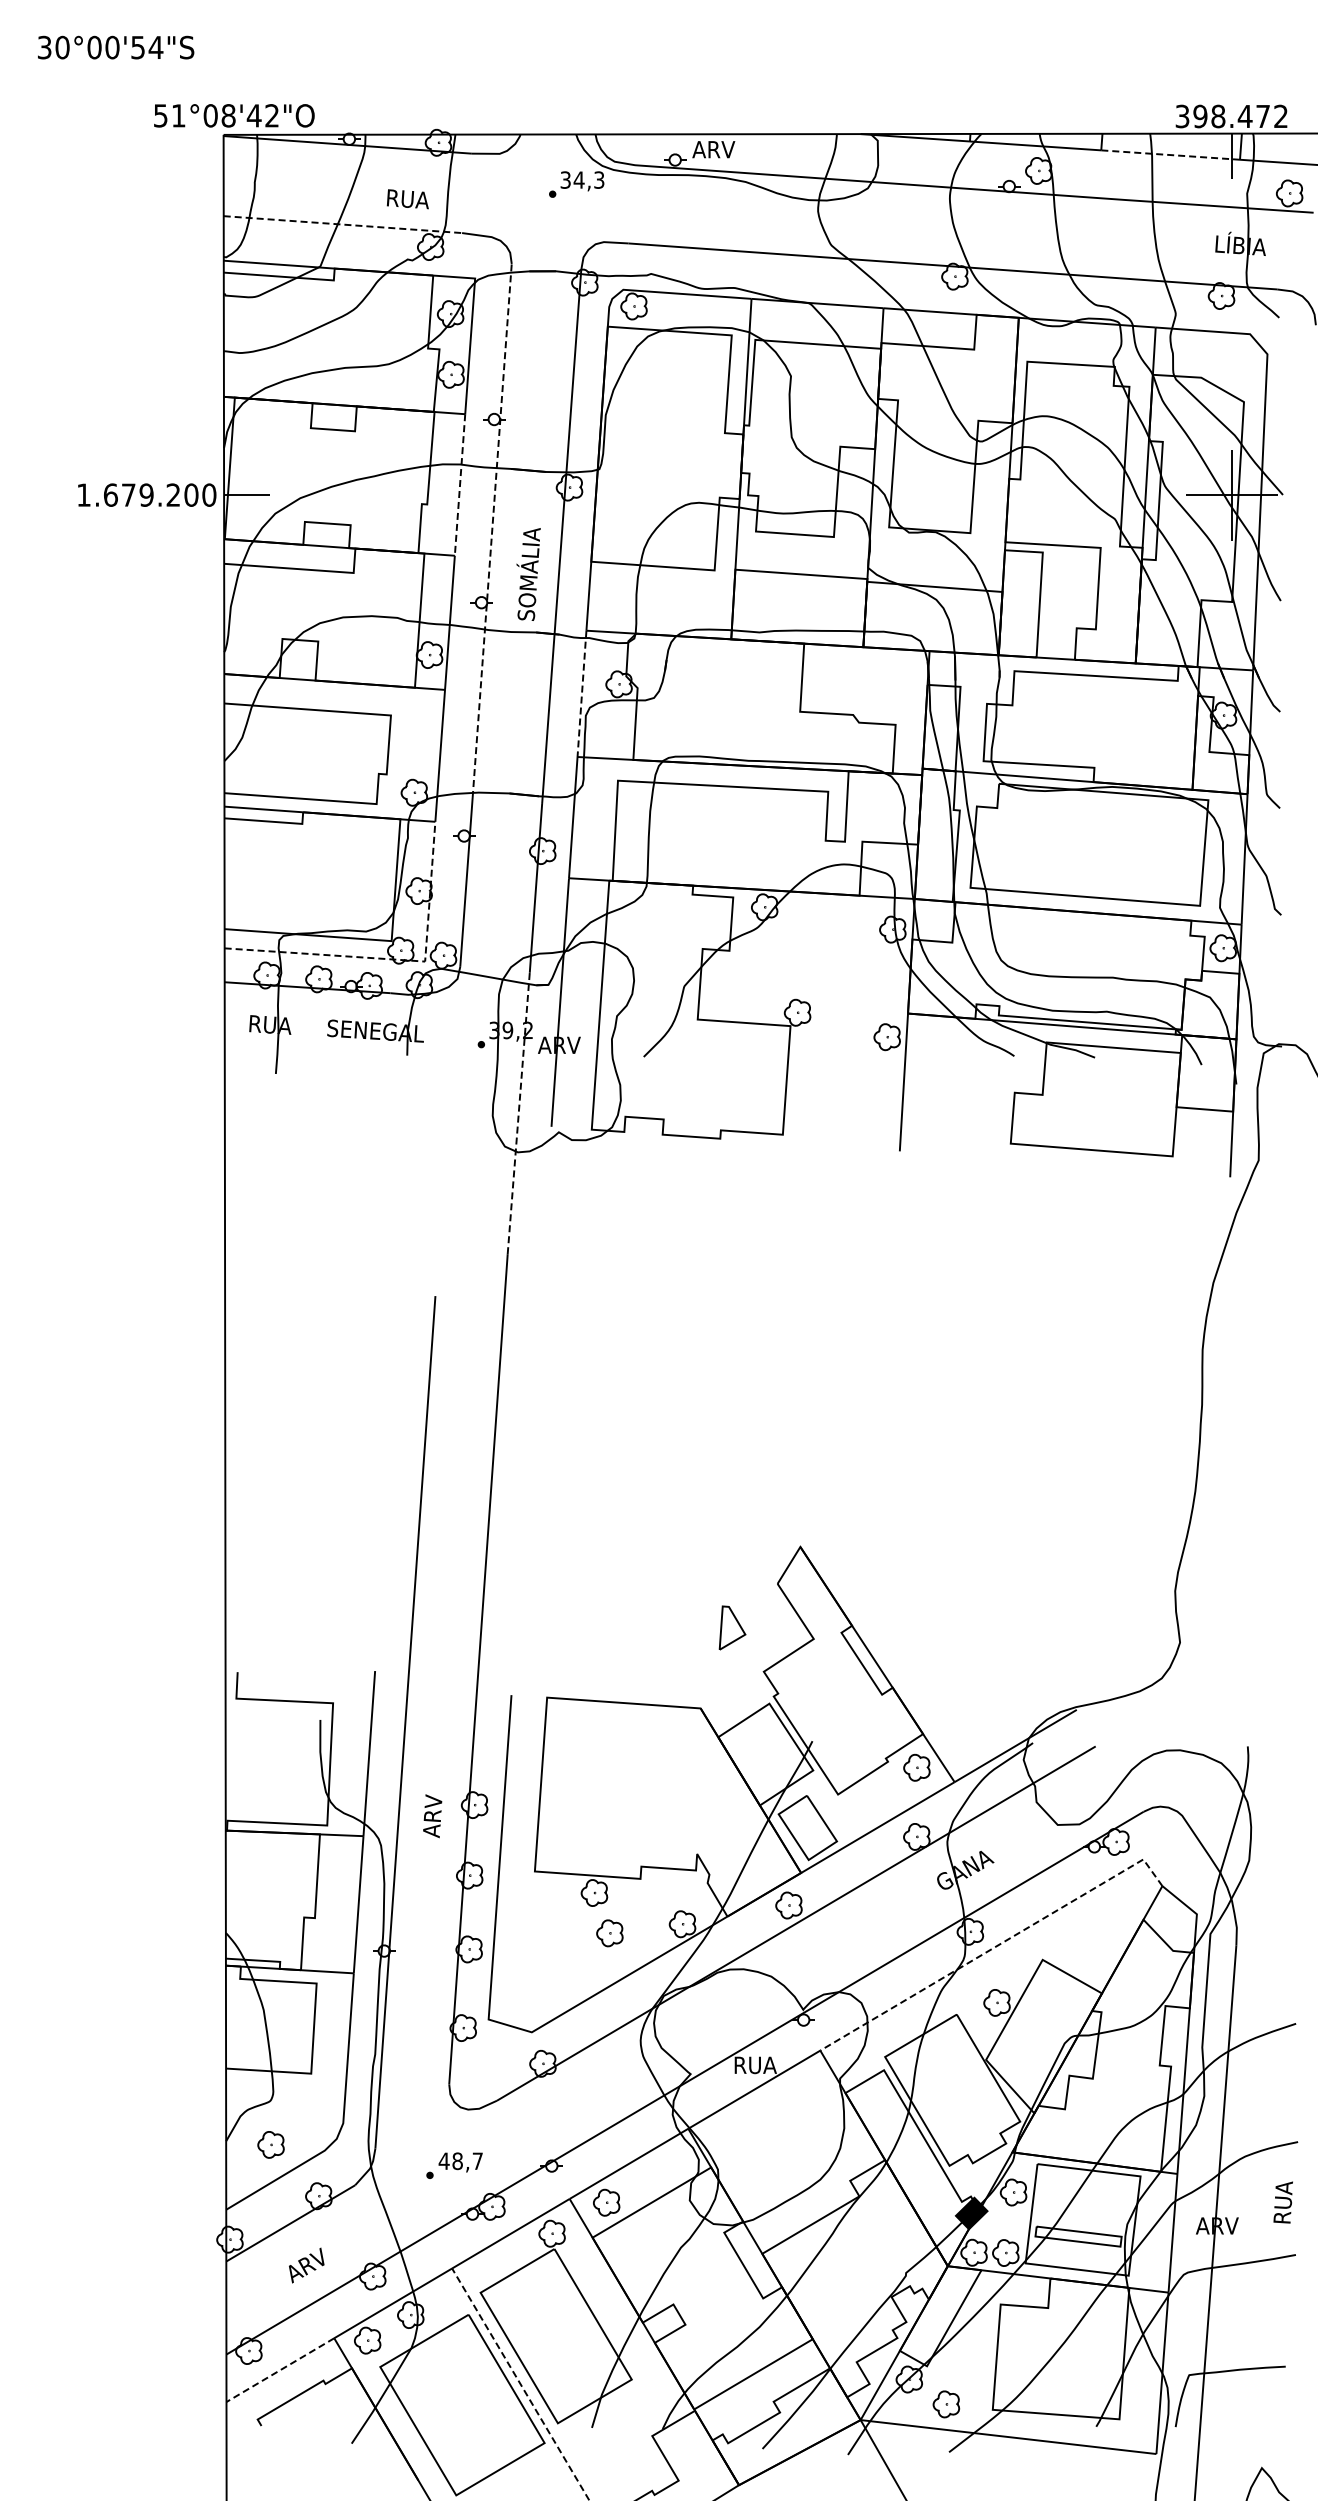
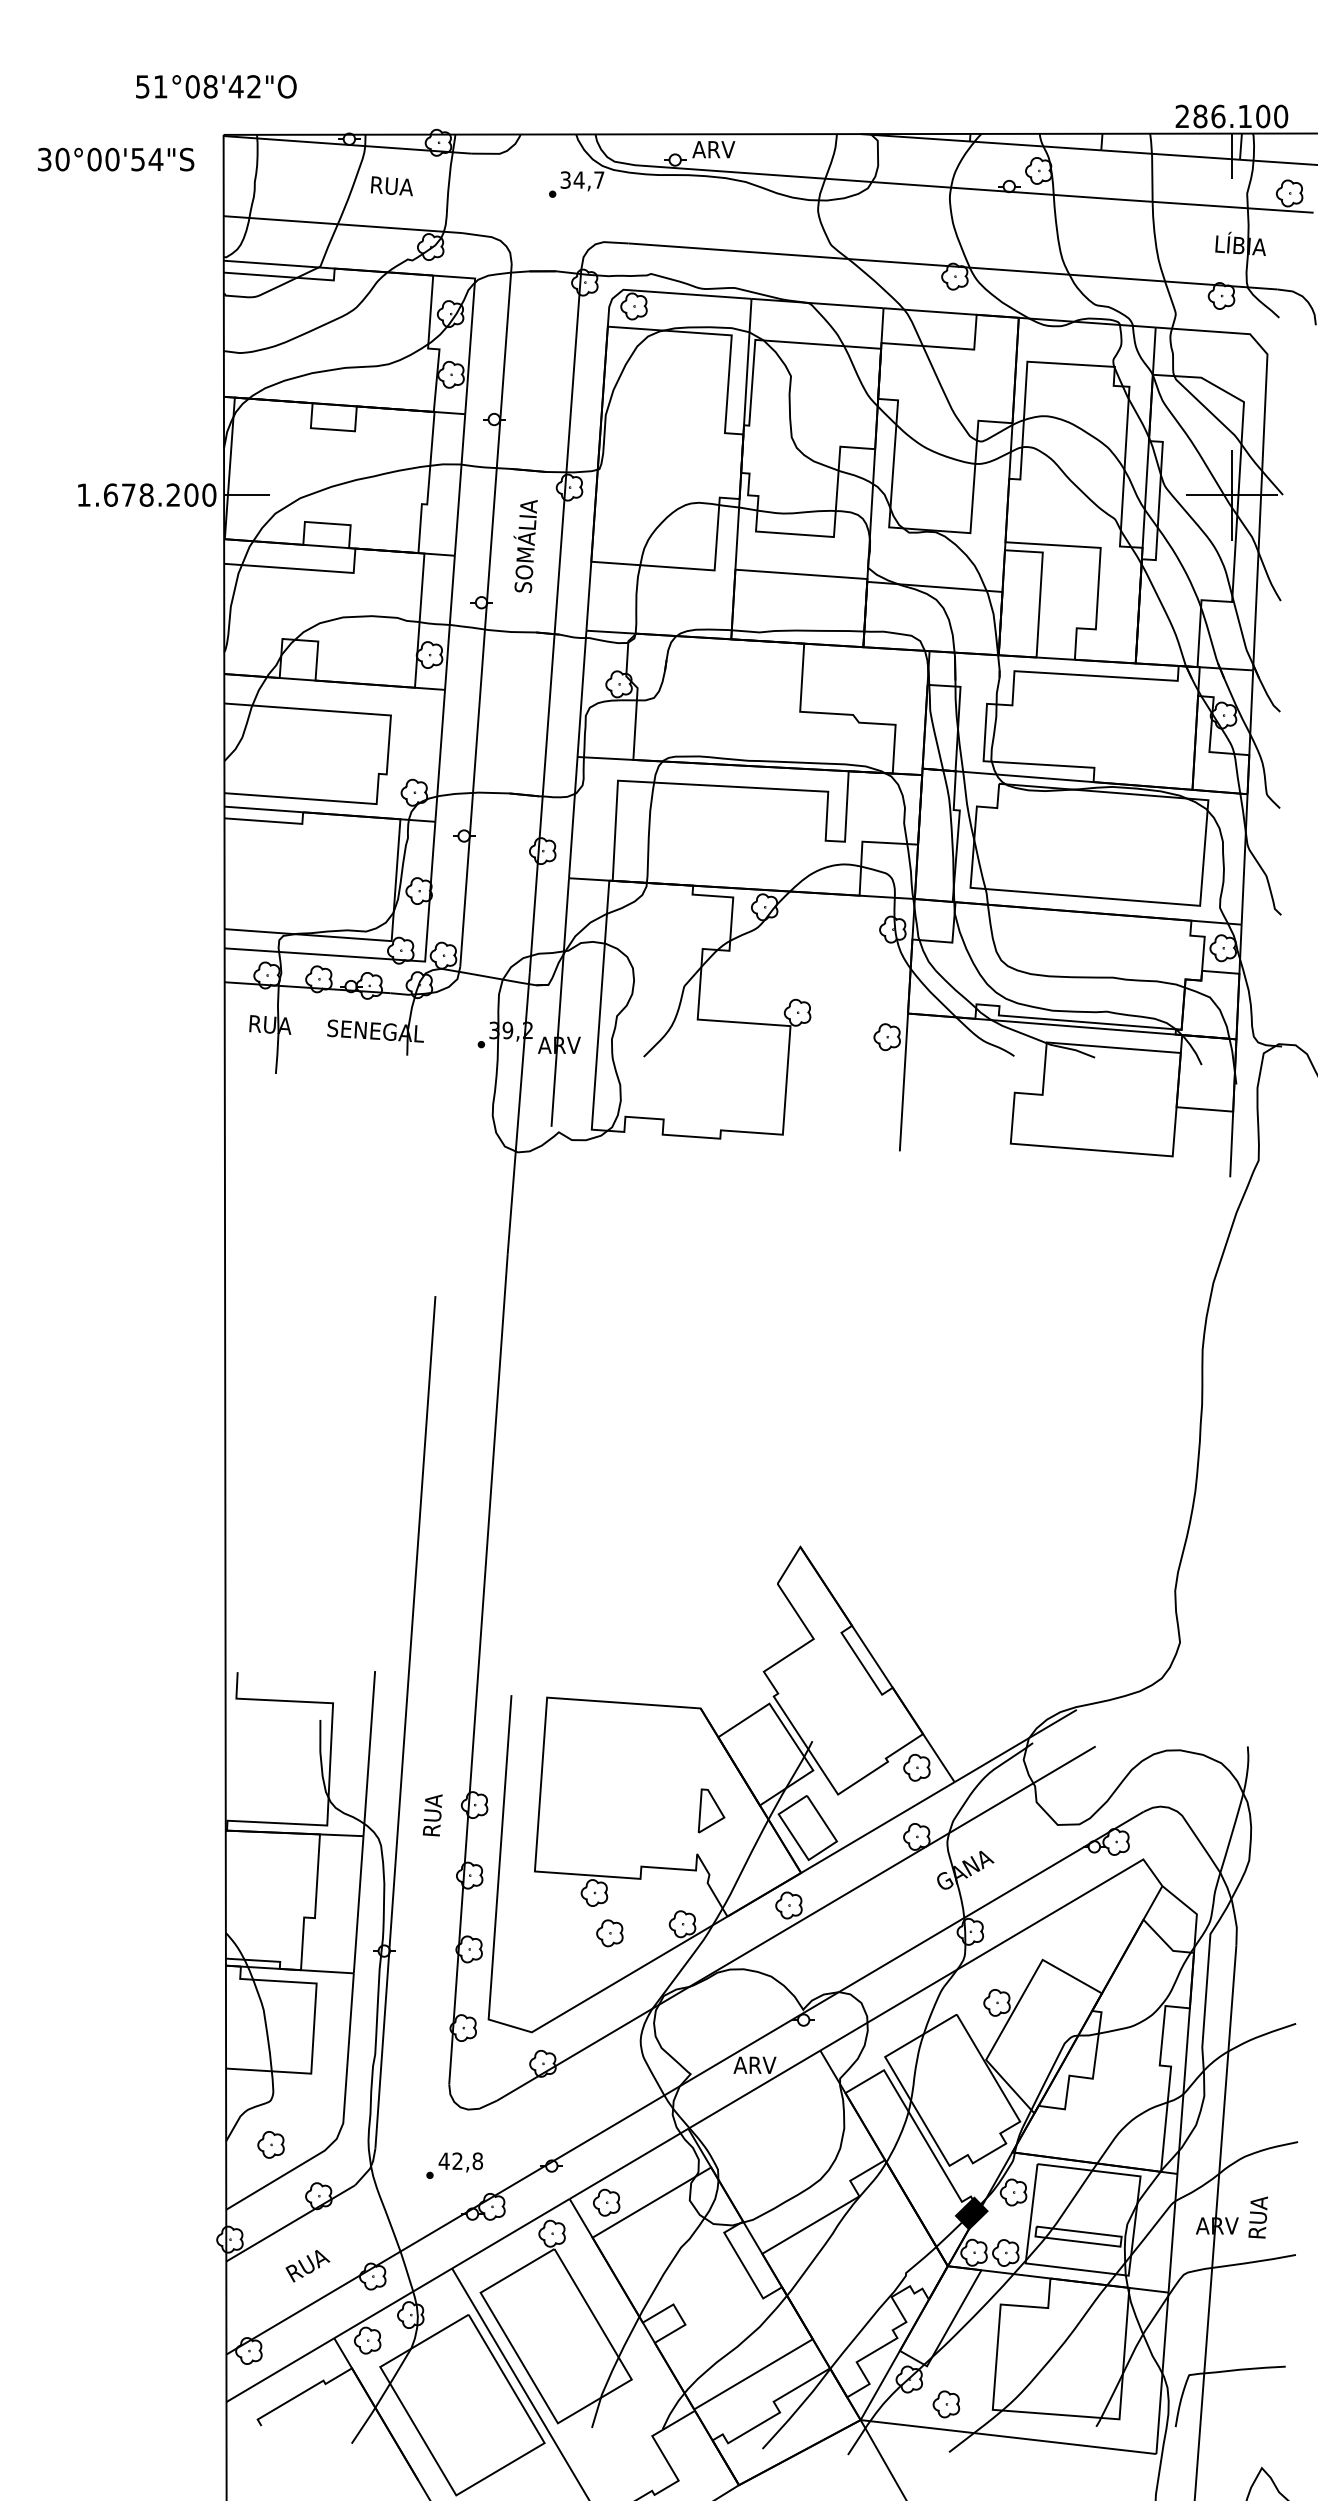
text at (116, 47) position: (116, 47) -> (116, 159)
text at (234, 115) position: (234, 115) -> (216, 86)
text at (1231, 116): 398.472 -> 286.100
line at (1170, 155): dashed -> solid
text at (599, 179): 34,3 -> 34,7
text at (407, 199) position: (407, 199) -> (391, 186)
line at (342, 224): dashed -> solid
line at (460, 484): dashed -> solid
text at (146, 494): 1.679.200 -> 1.678.200
line at (492, 530): dashed -> solid
text at (528, 574) position: (528, 574) -> (525, 546)
line at (581, 694): dashed -> solid
line at (396, 959): dashed -> solid
line at (518, 1112): dashed -> solid
part at (732, 1627) position: (732, 1627) -> (711, 1810)
text at (432, 1816): ARV -> RUA
line at (996, 1946): dashed -> solid
text at (754, 2065): RUA -> ARV
text at (467, 2161): 48,7 -> 42,8
text at (1282, 2202) position: (1282, 2202) -> (1257, 2217)
text at (307, 2265): ARV -> RUA
line at (280, 2370): dashed -> solid
line at (520, 2384): dashed -> solid
